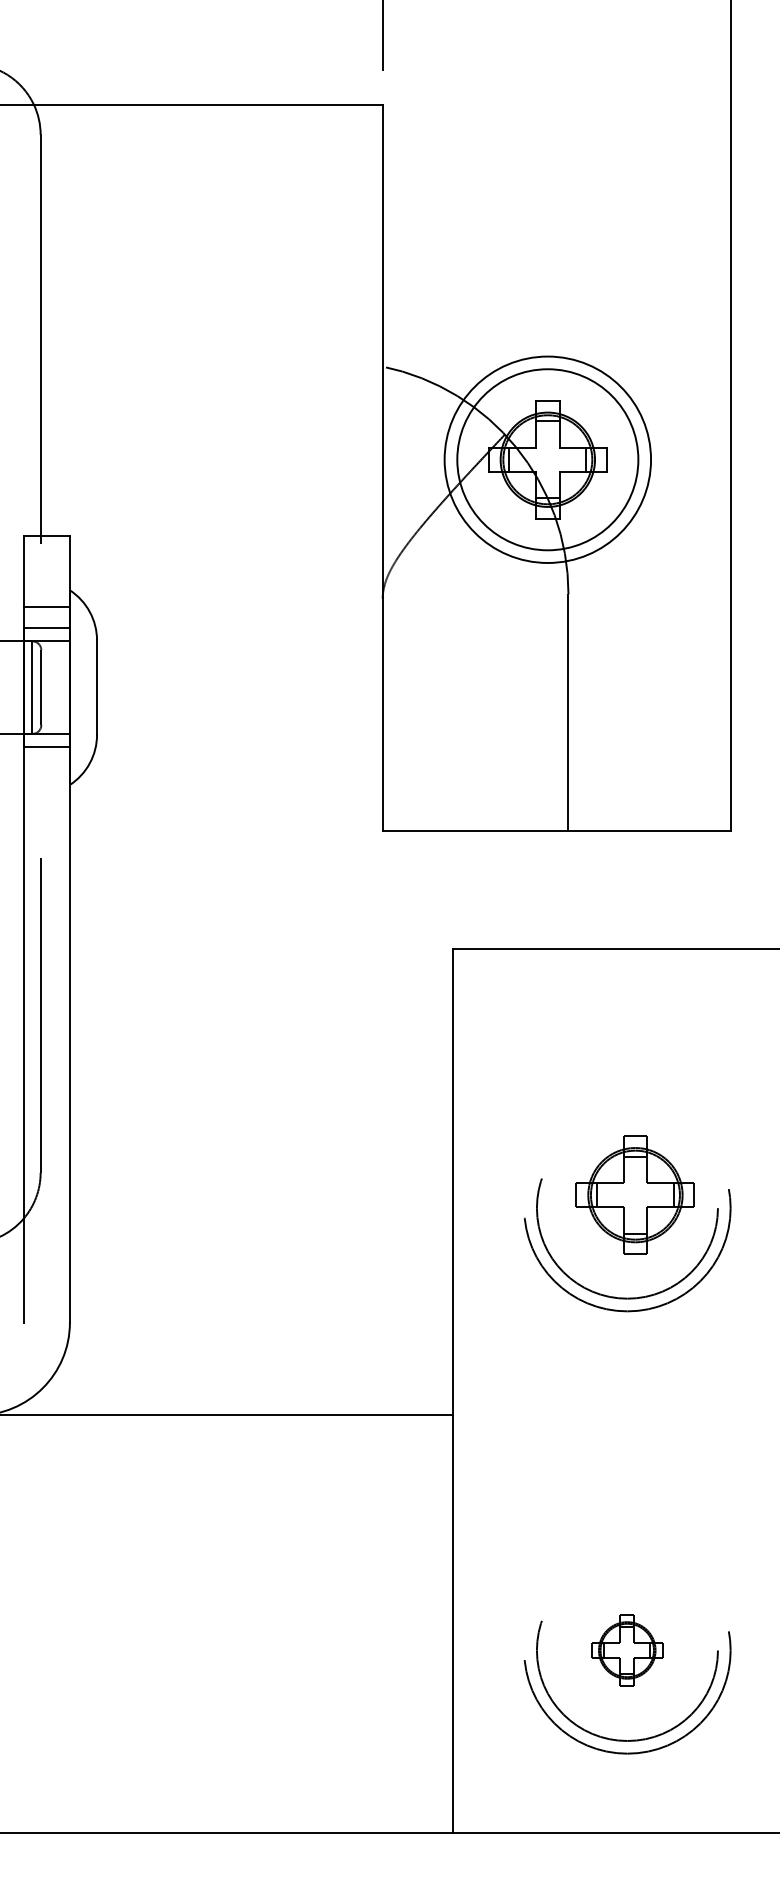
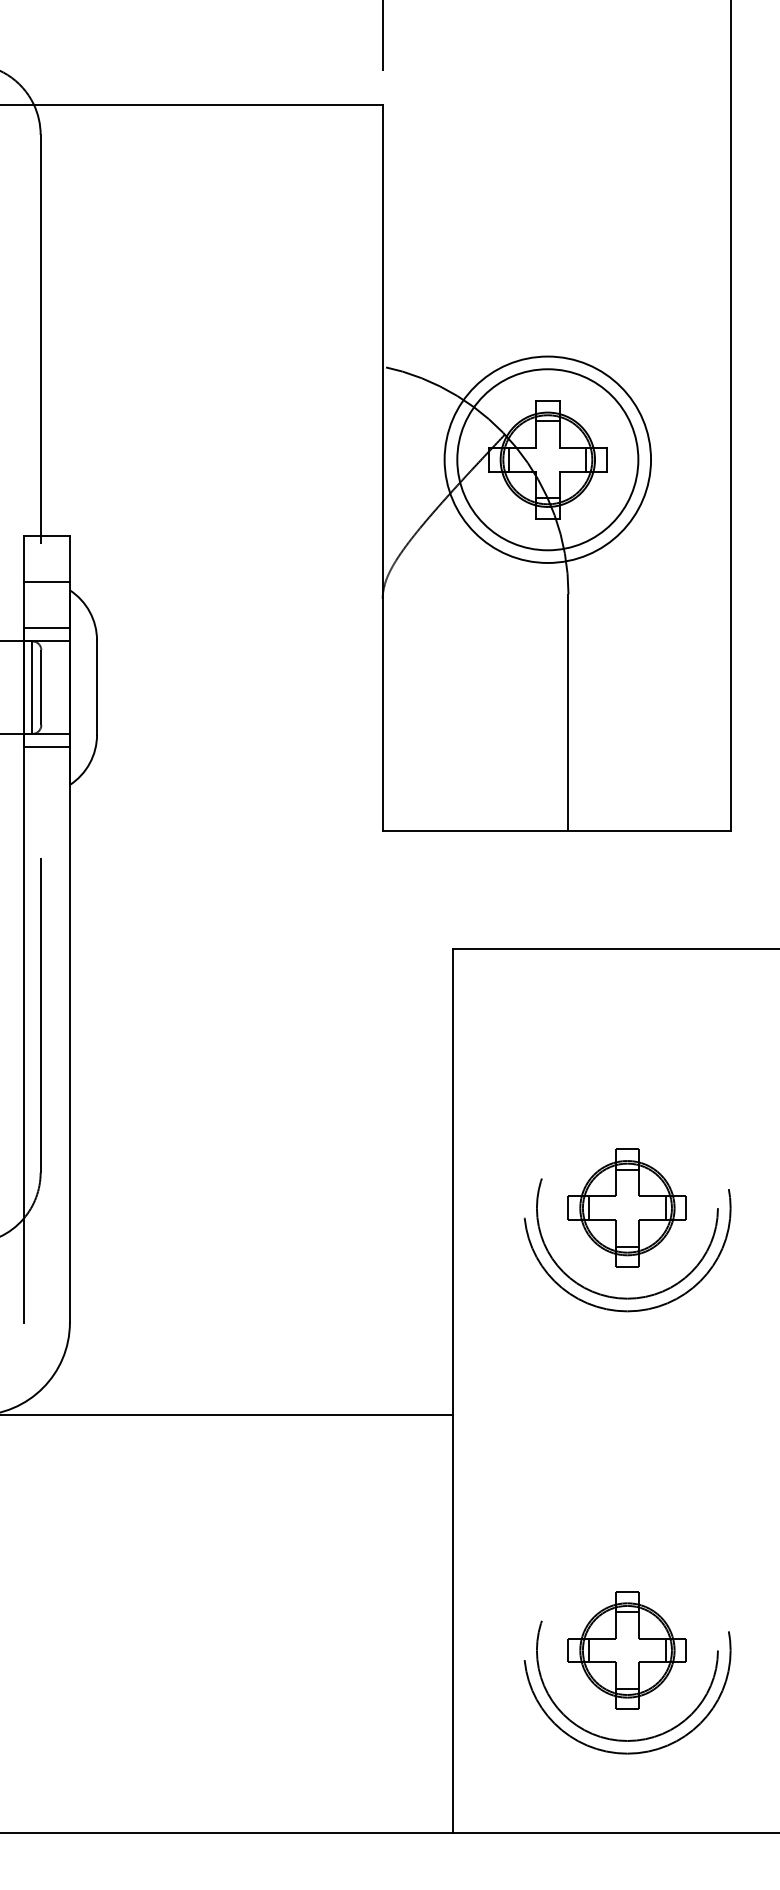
line at (46, 607) position: (46, 607) -> (46, 582)
part at (634, 1194) position: (634, 1194) -> (626, 1207)
part at (627, 1650) size: 73x73 px -> 120x119 px
